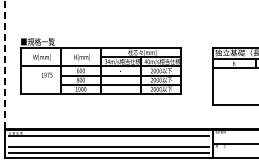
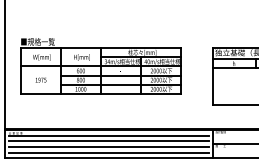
line at (5, 64): dashed -> solid
text at (46, 74) position: (46, 74) -> (40, 79)
line at (108, 141): none -> present
